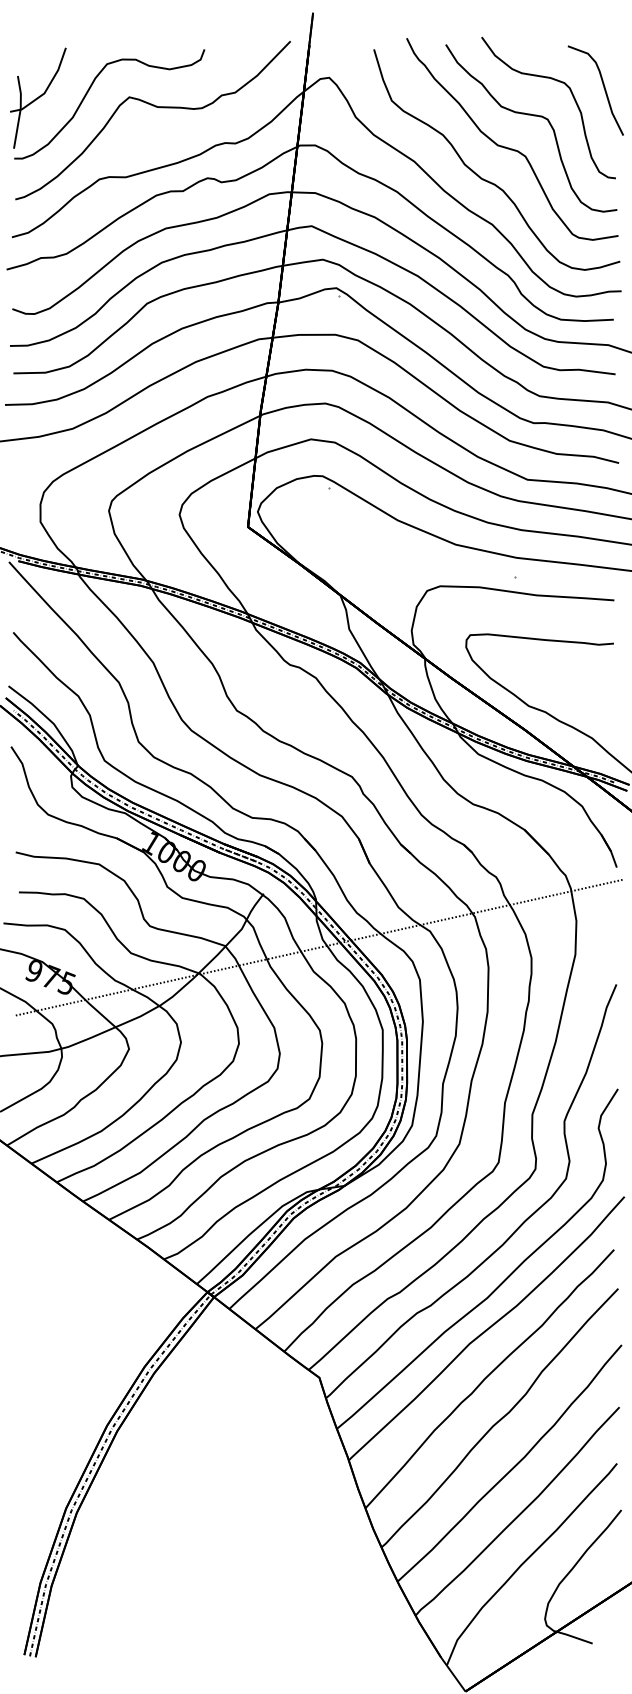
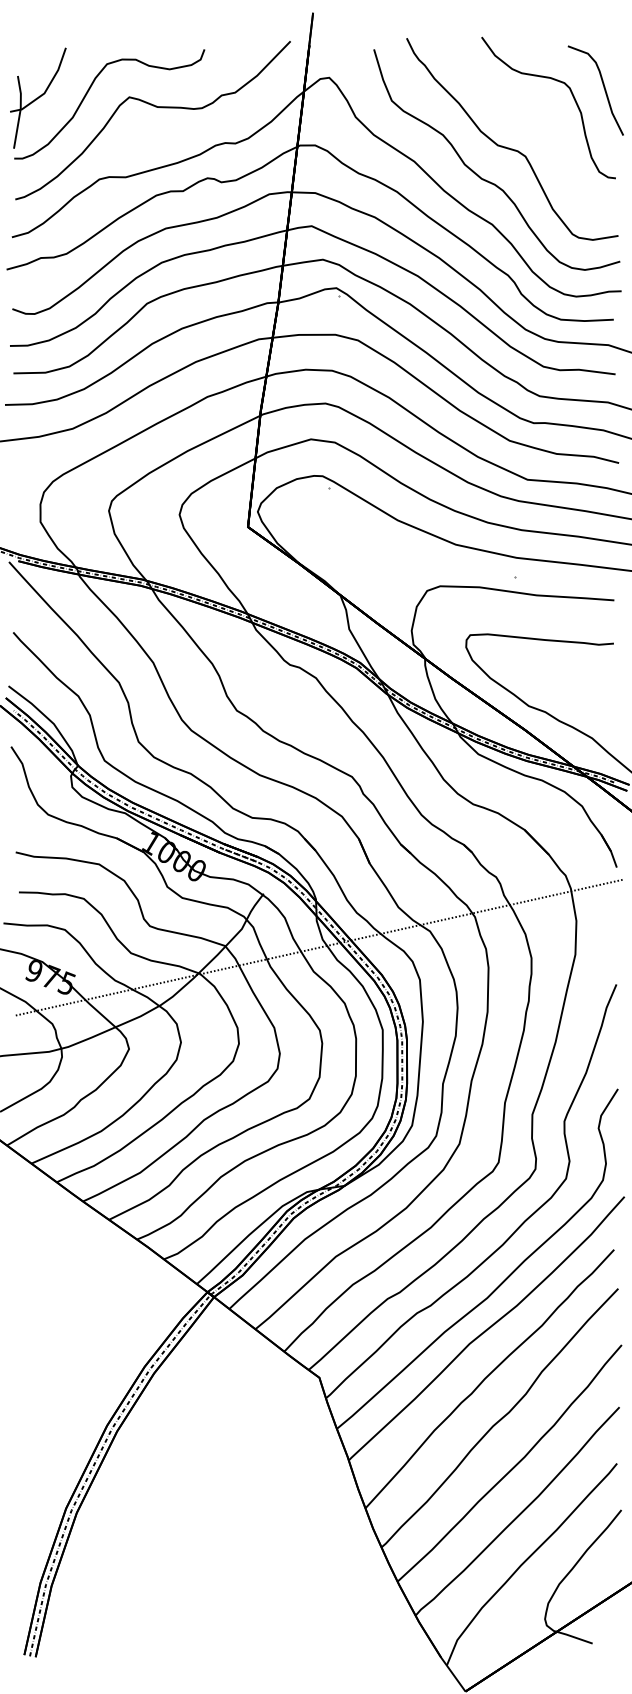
curve at (533, 116): present -> none
